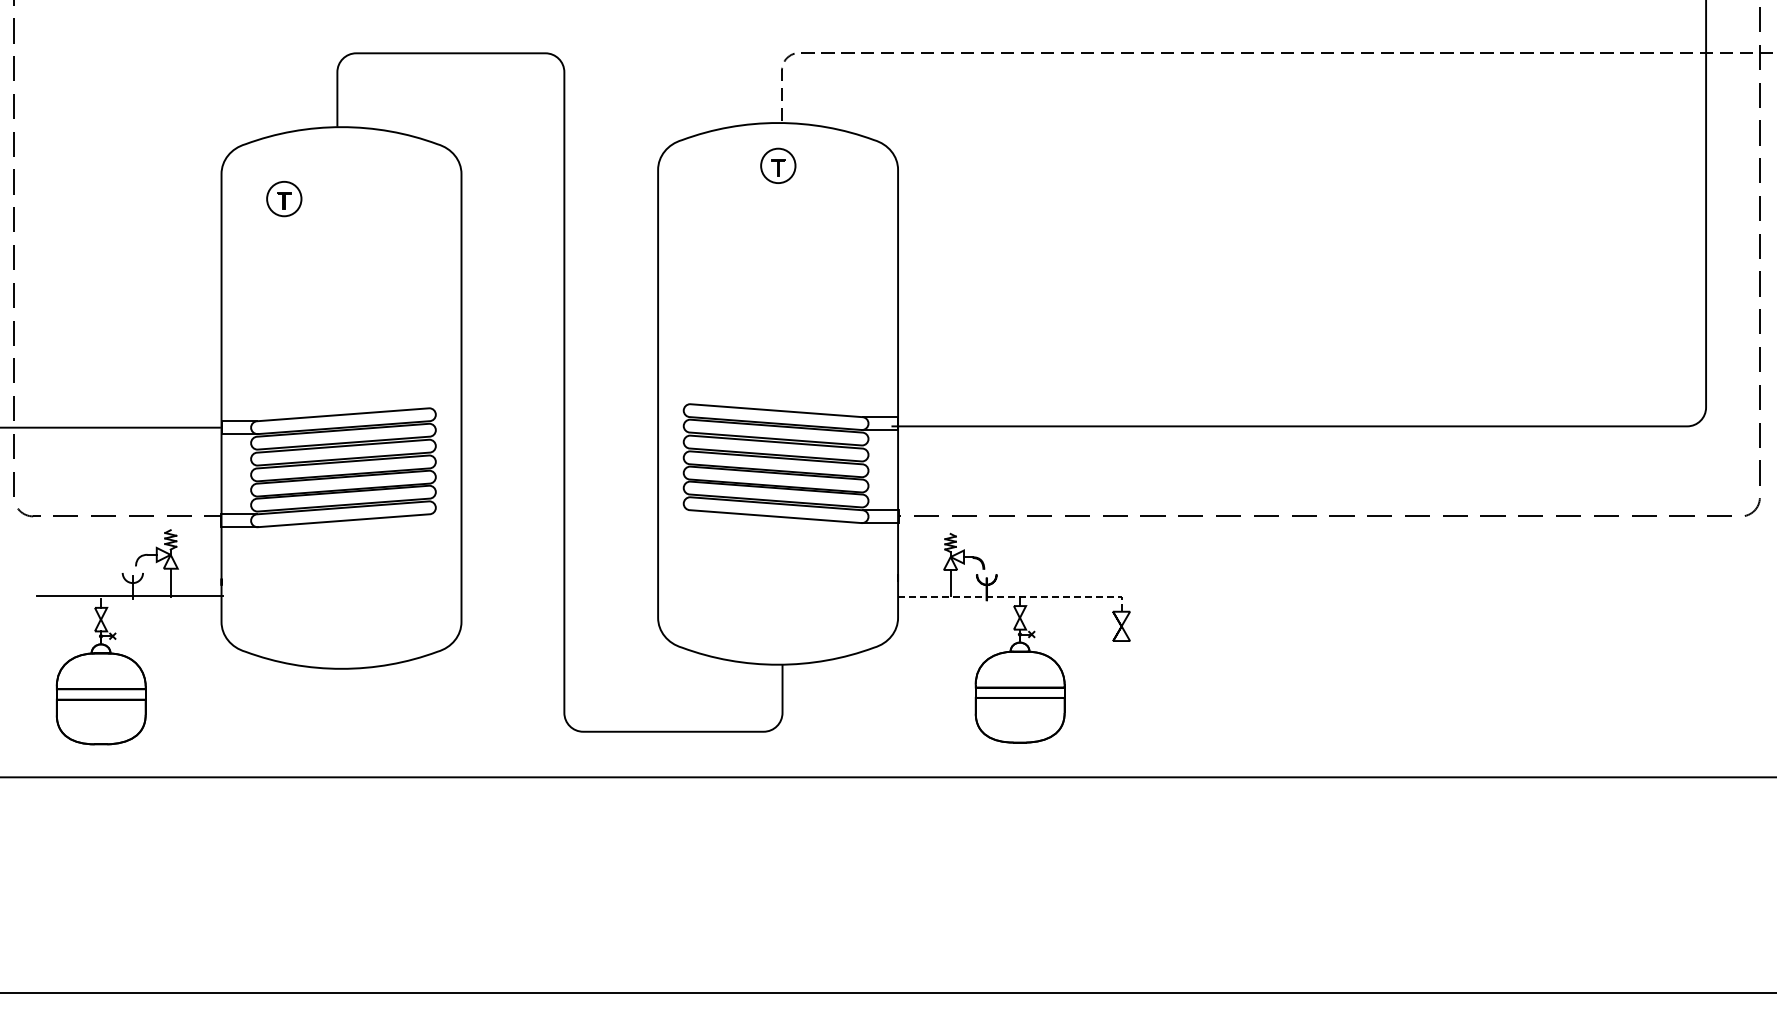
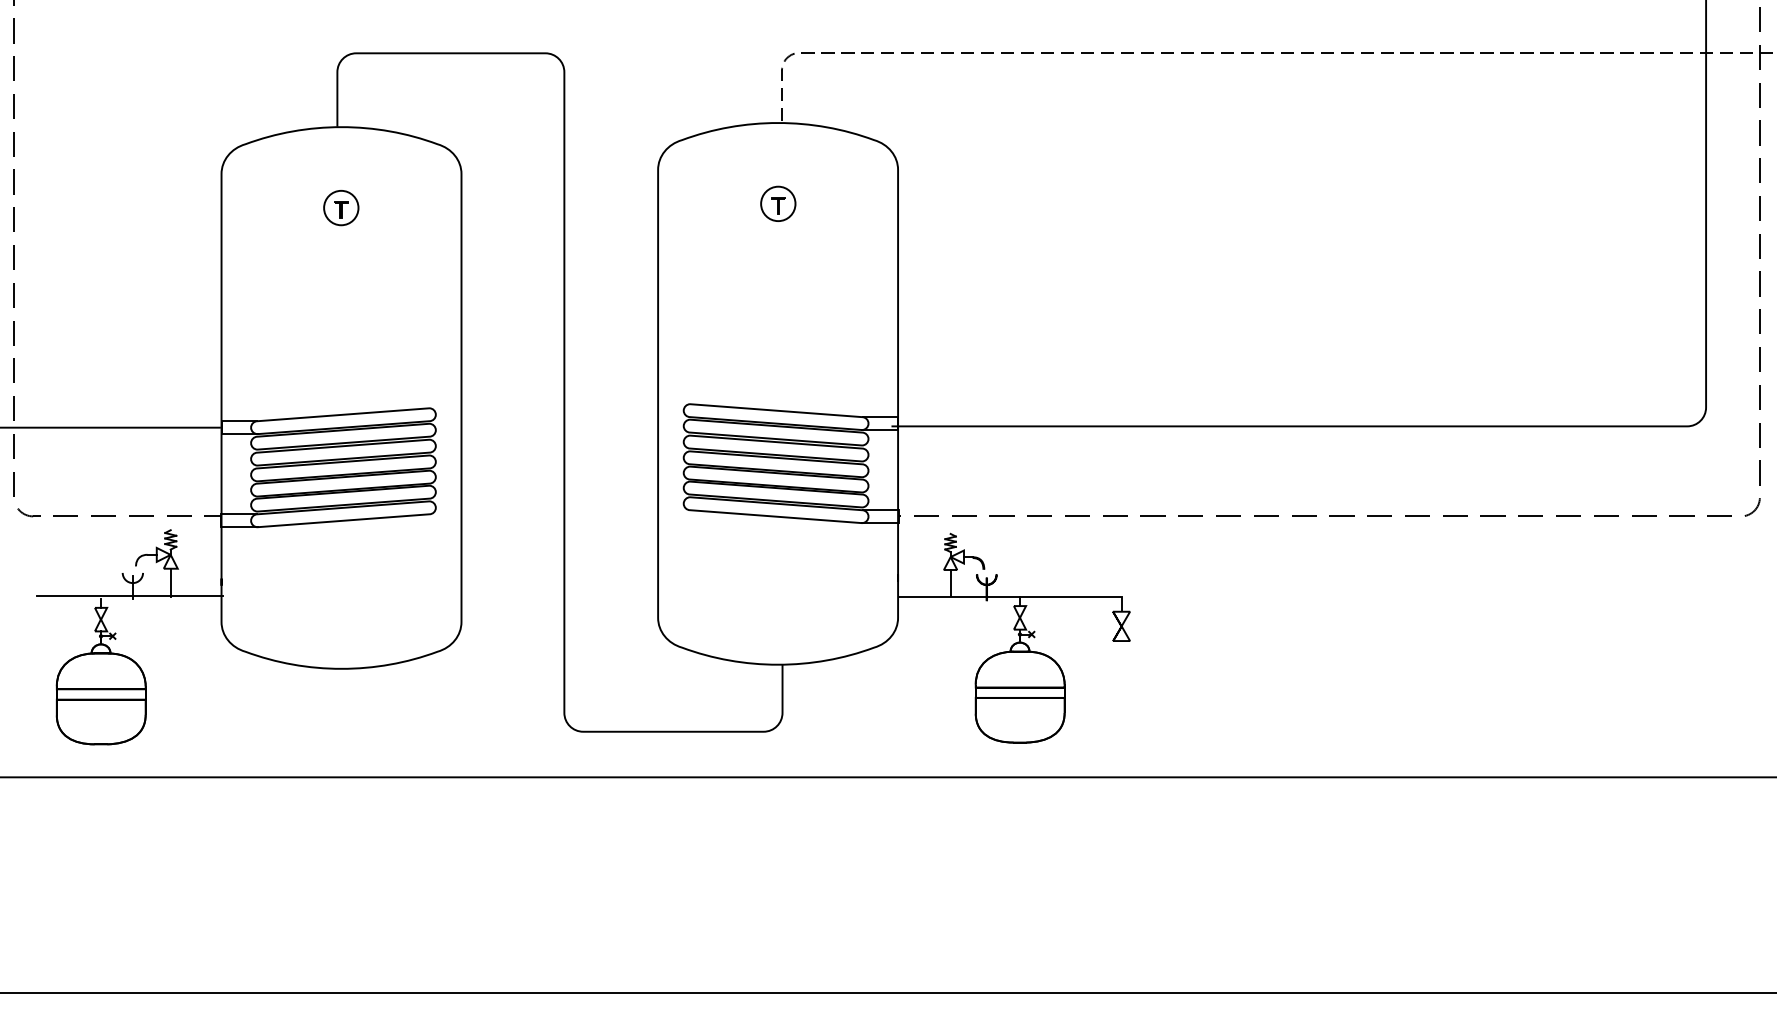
part at (778, 165) position: (778, 165) -> (778, 203)
part at (284, 199) position: (284, 199) -> (341, 208)
line at (1017, 596): dashed -> solid
